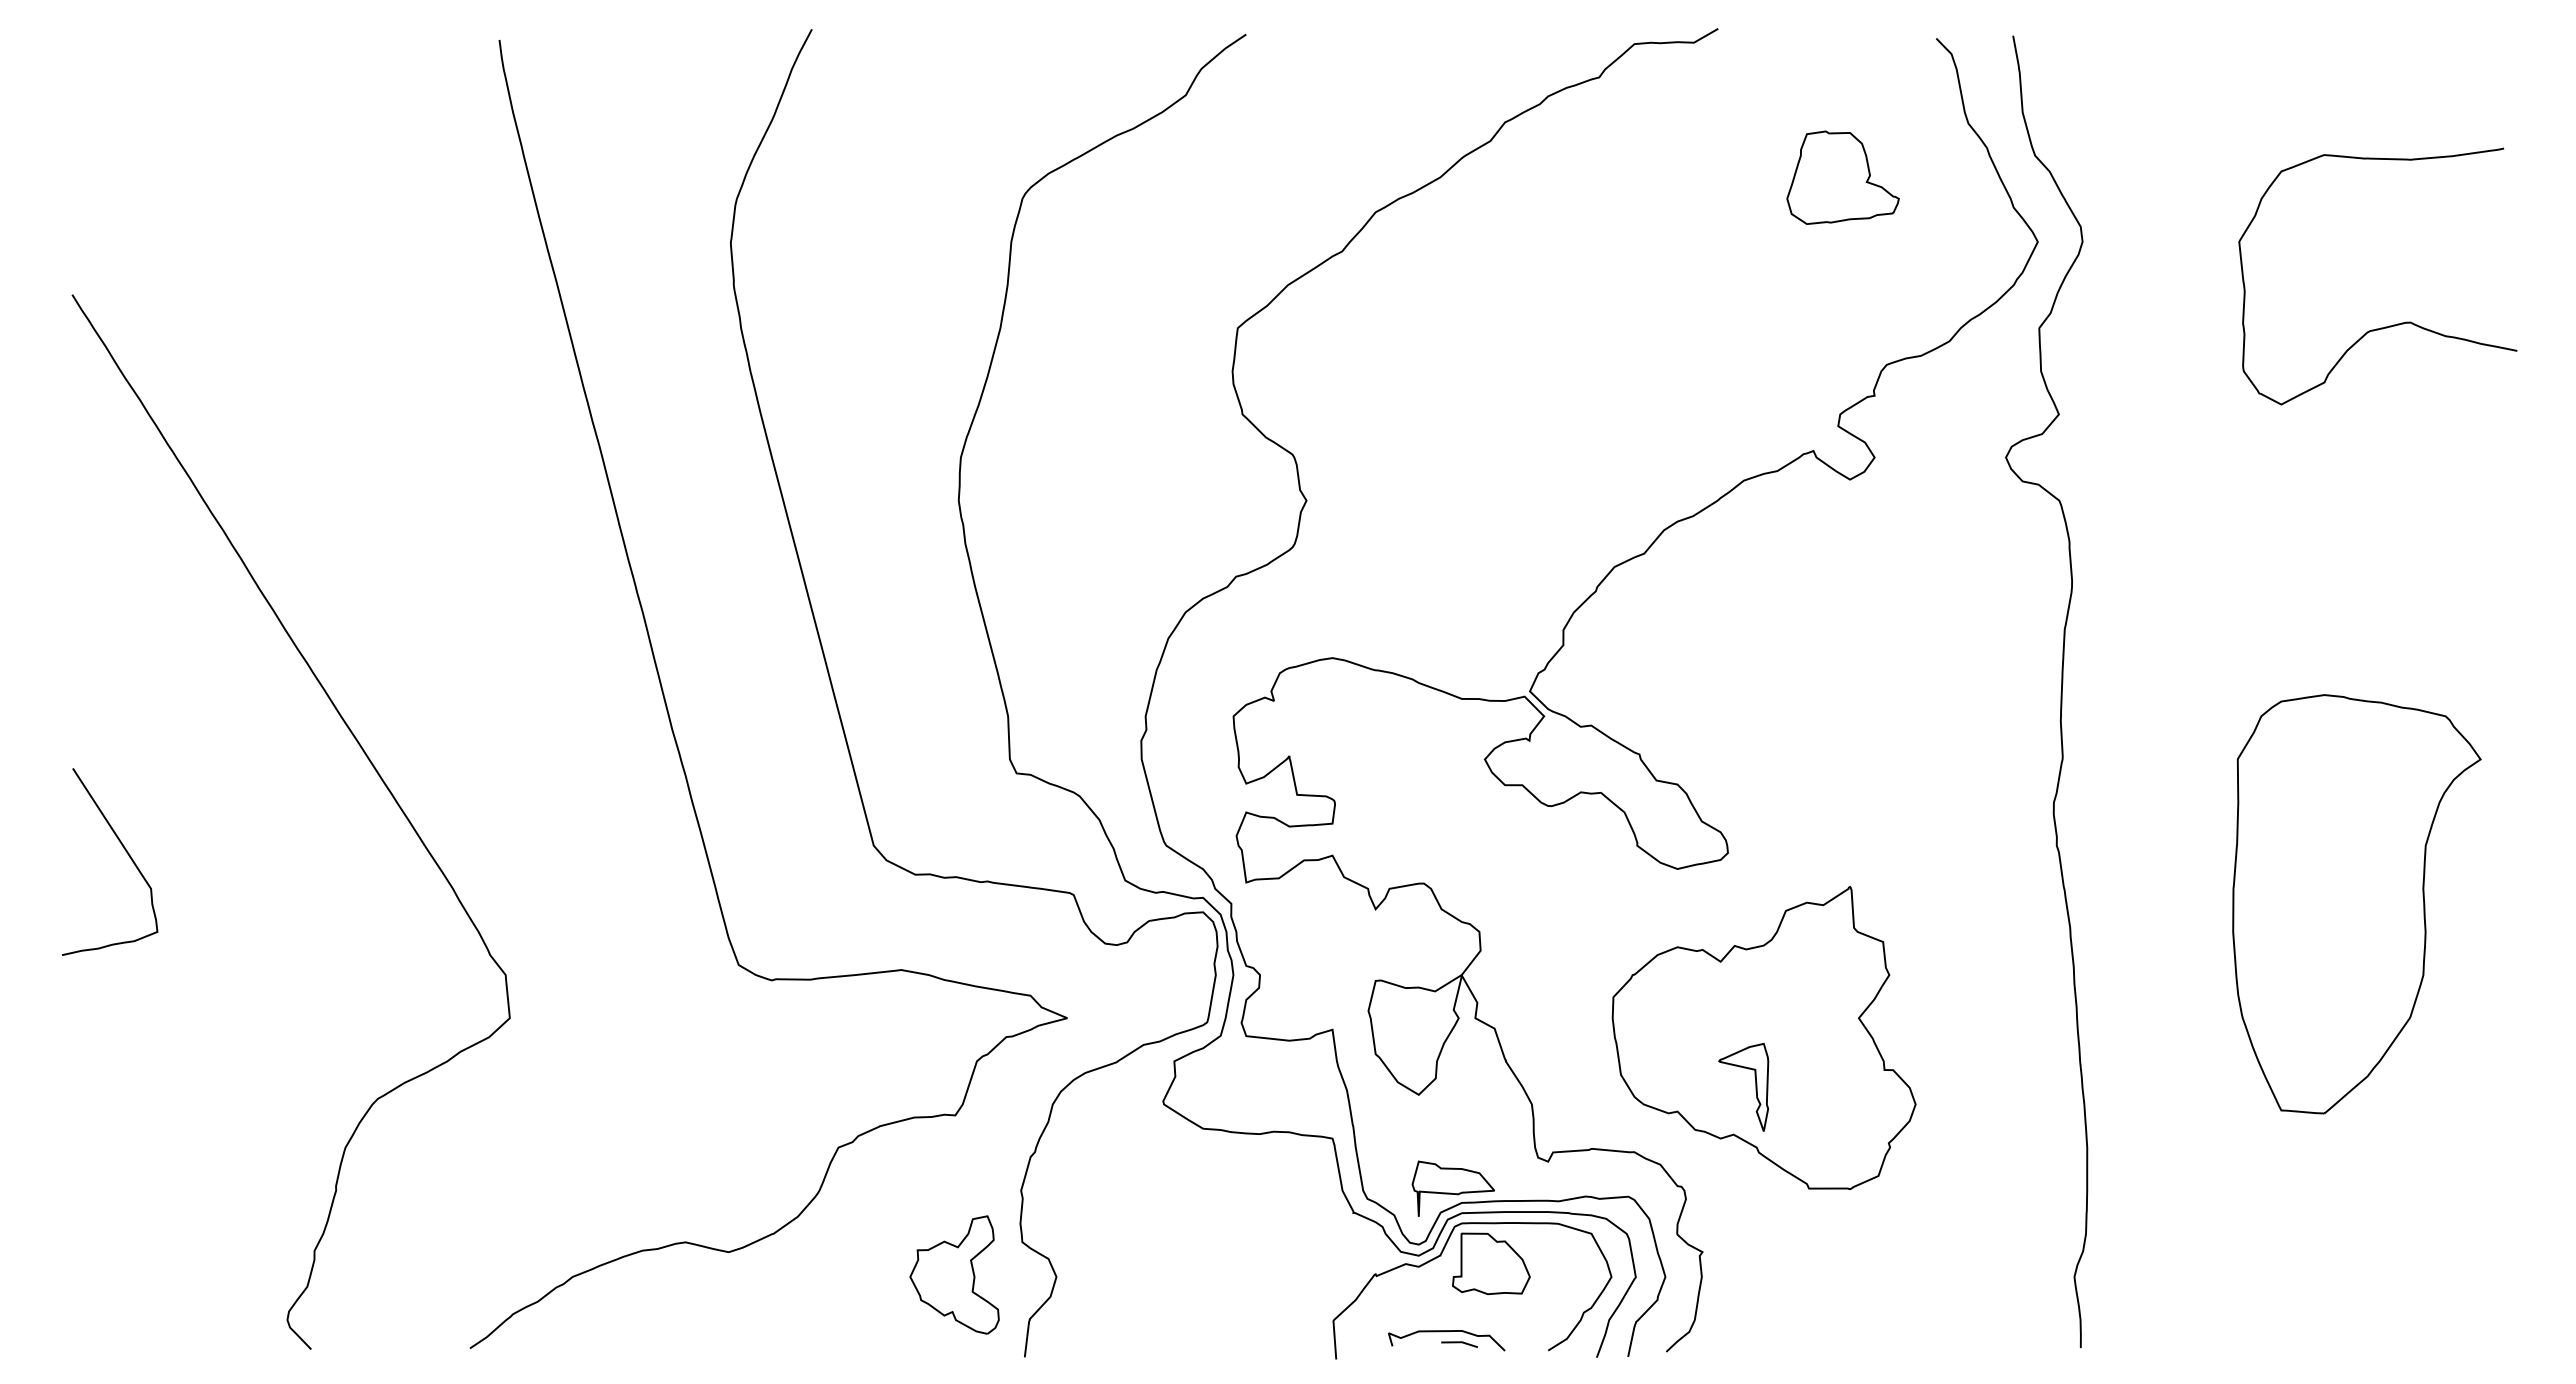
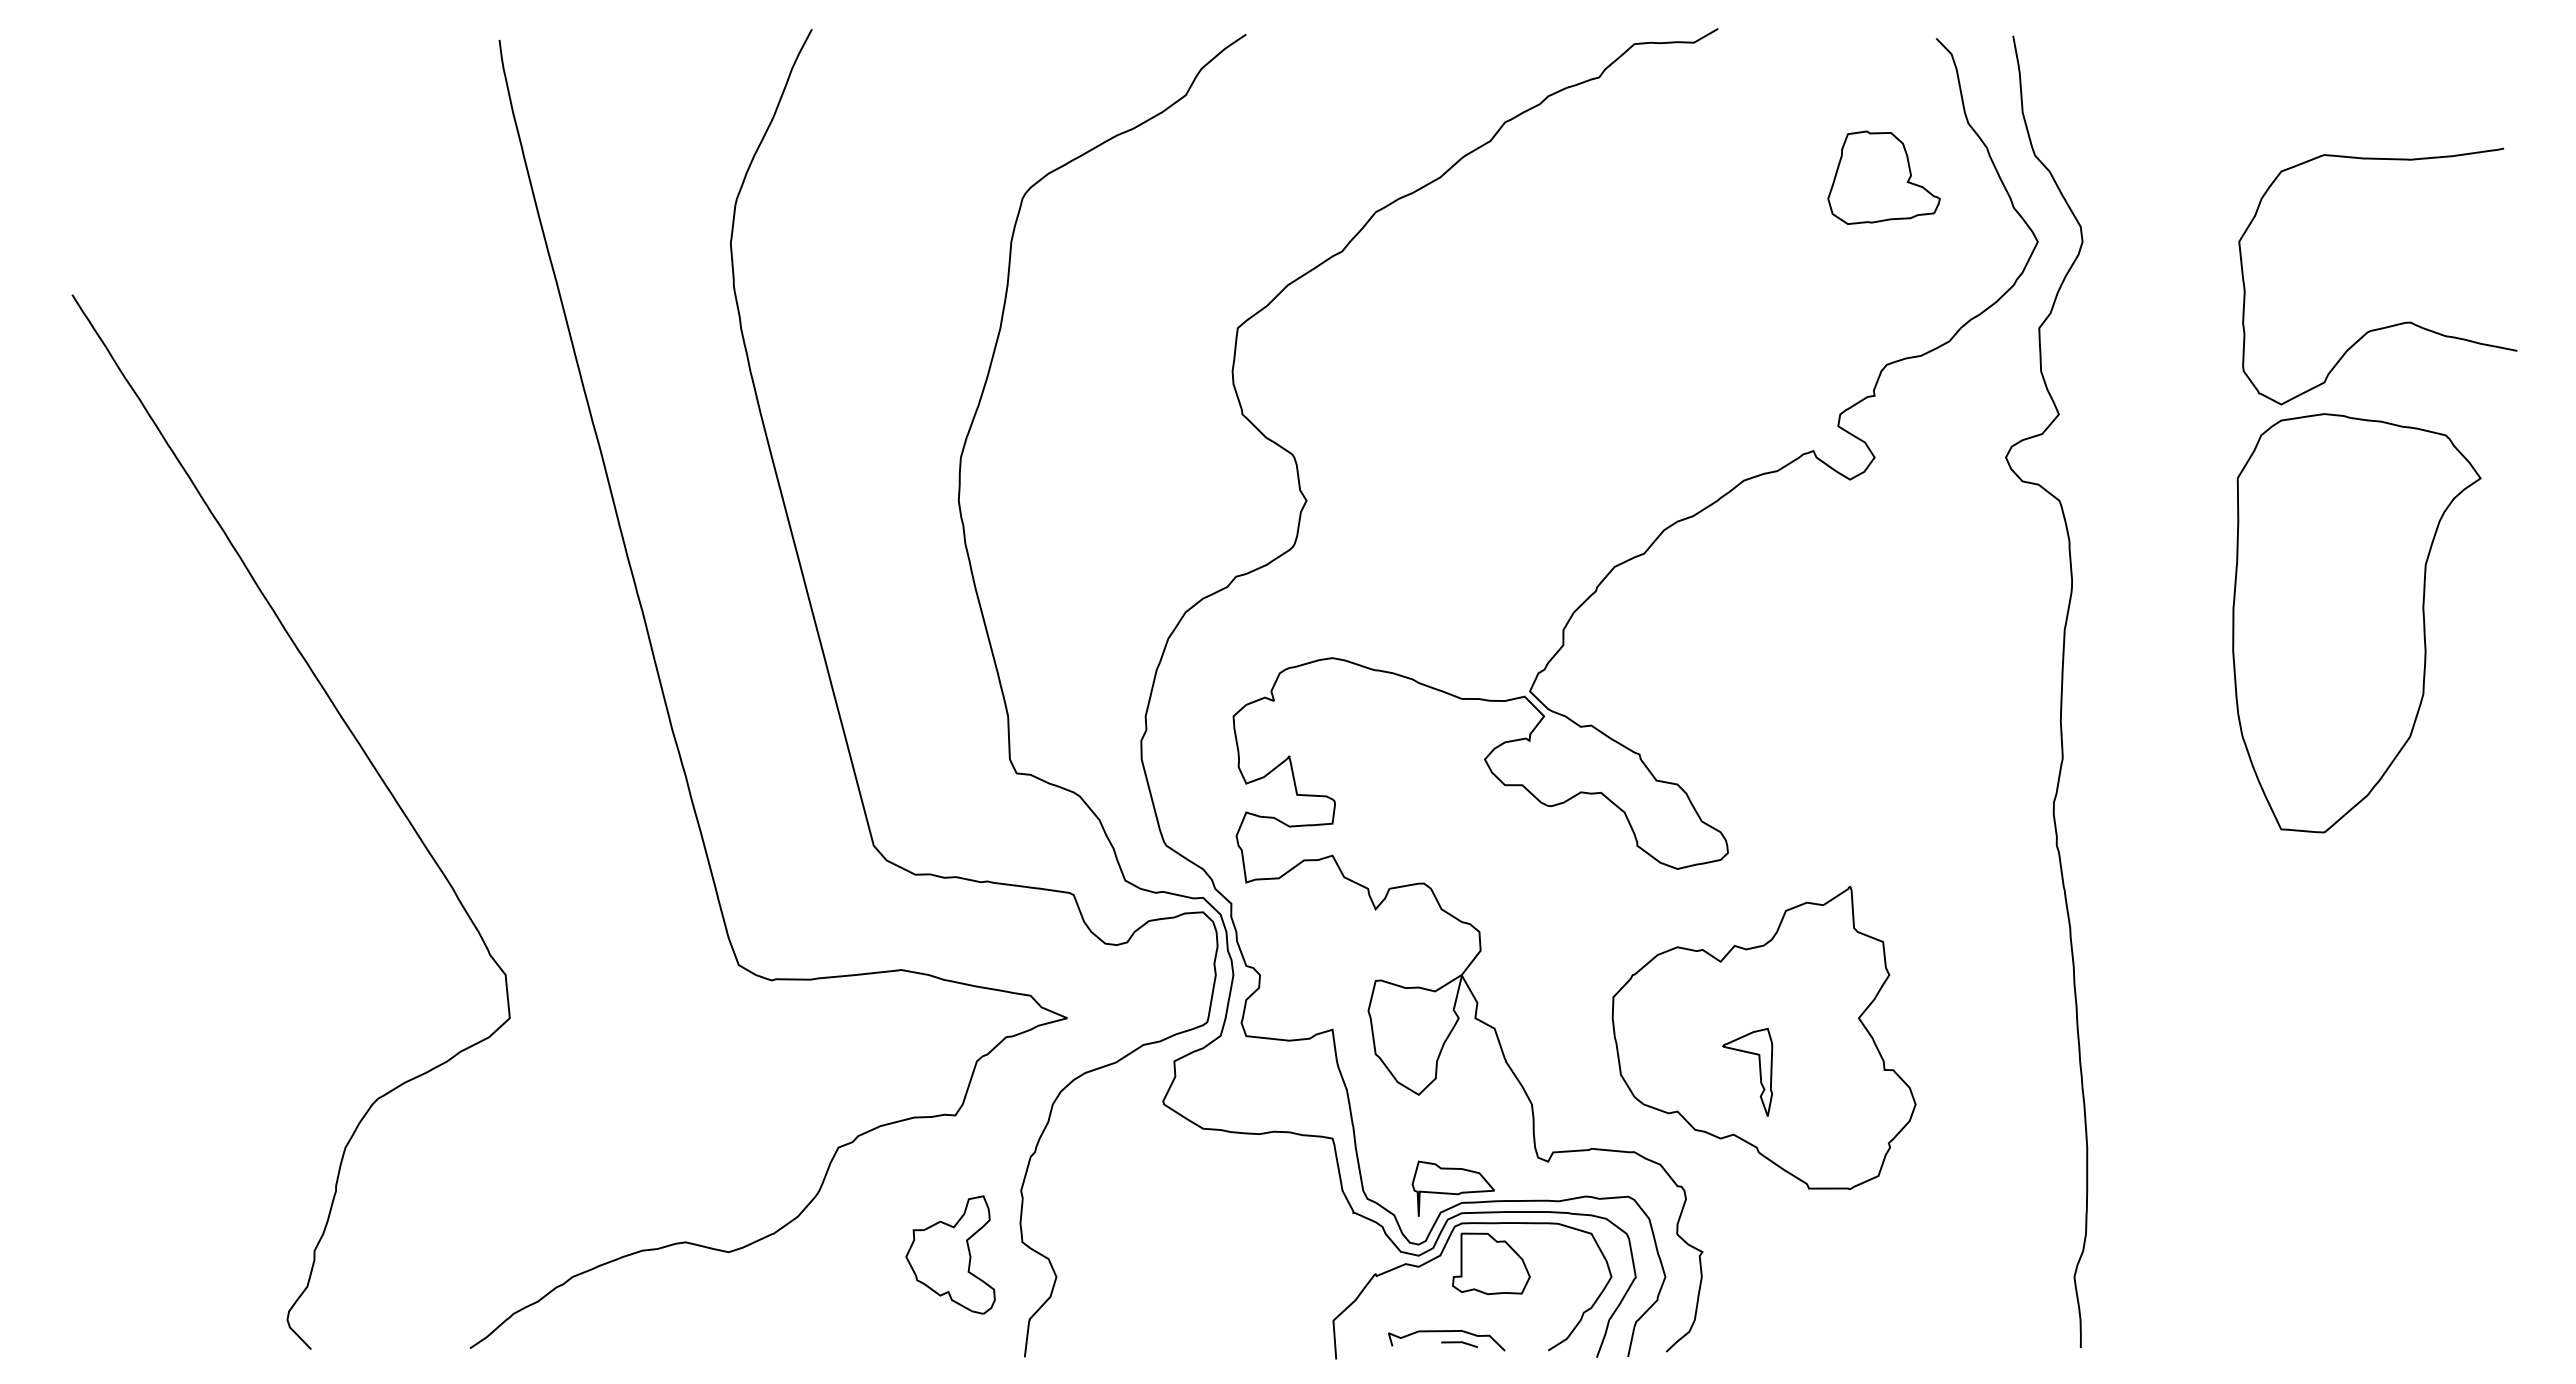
part at (1842, 177) position: (1842, 177) -> (1883, 177)
curve at (125, 851): present -> none
part at (2356, 904) position: (2356, 904) -> (2356, 623)
part at (1755, 1086) position: (1755, 1086) -> (1759, 1071)
part at (954, 1274) position: (954, 1274) -> (950, 1254)
